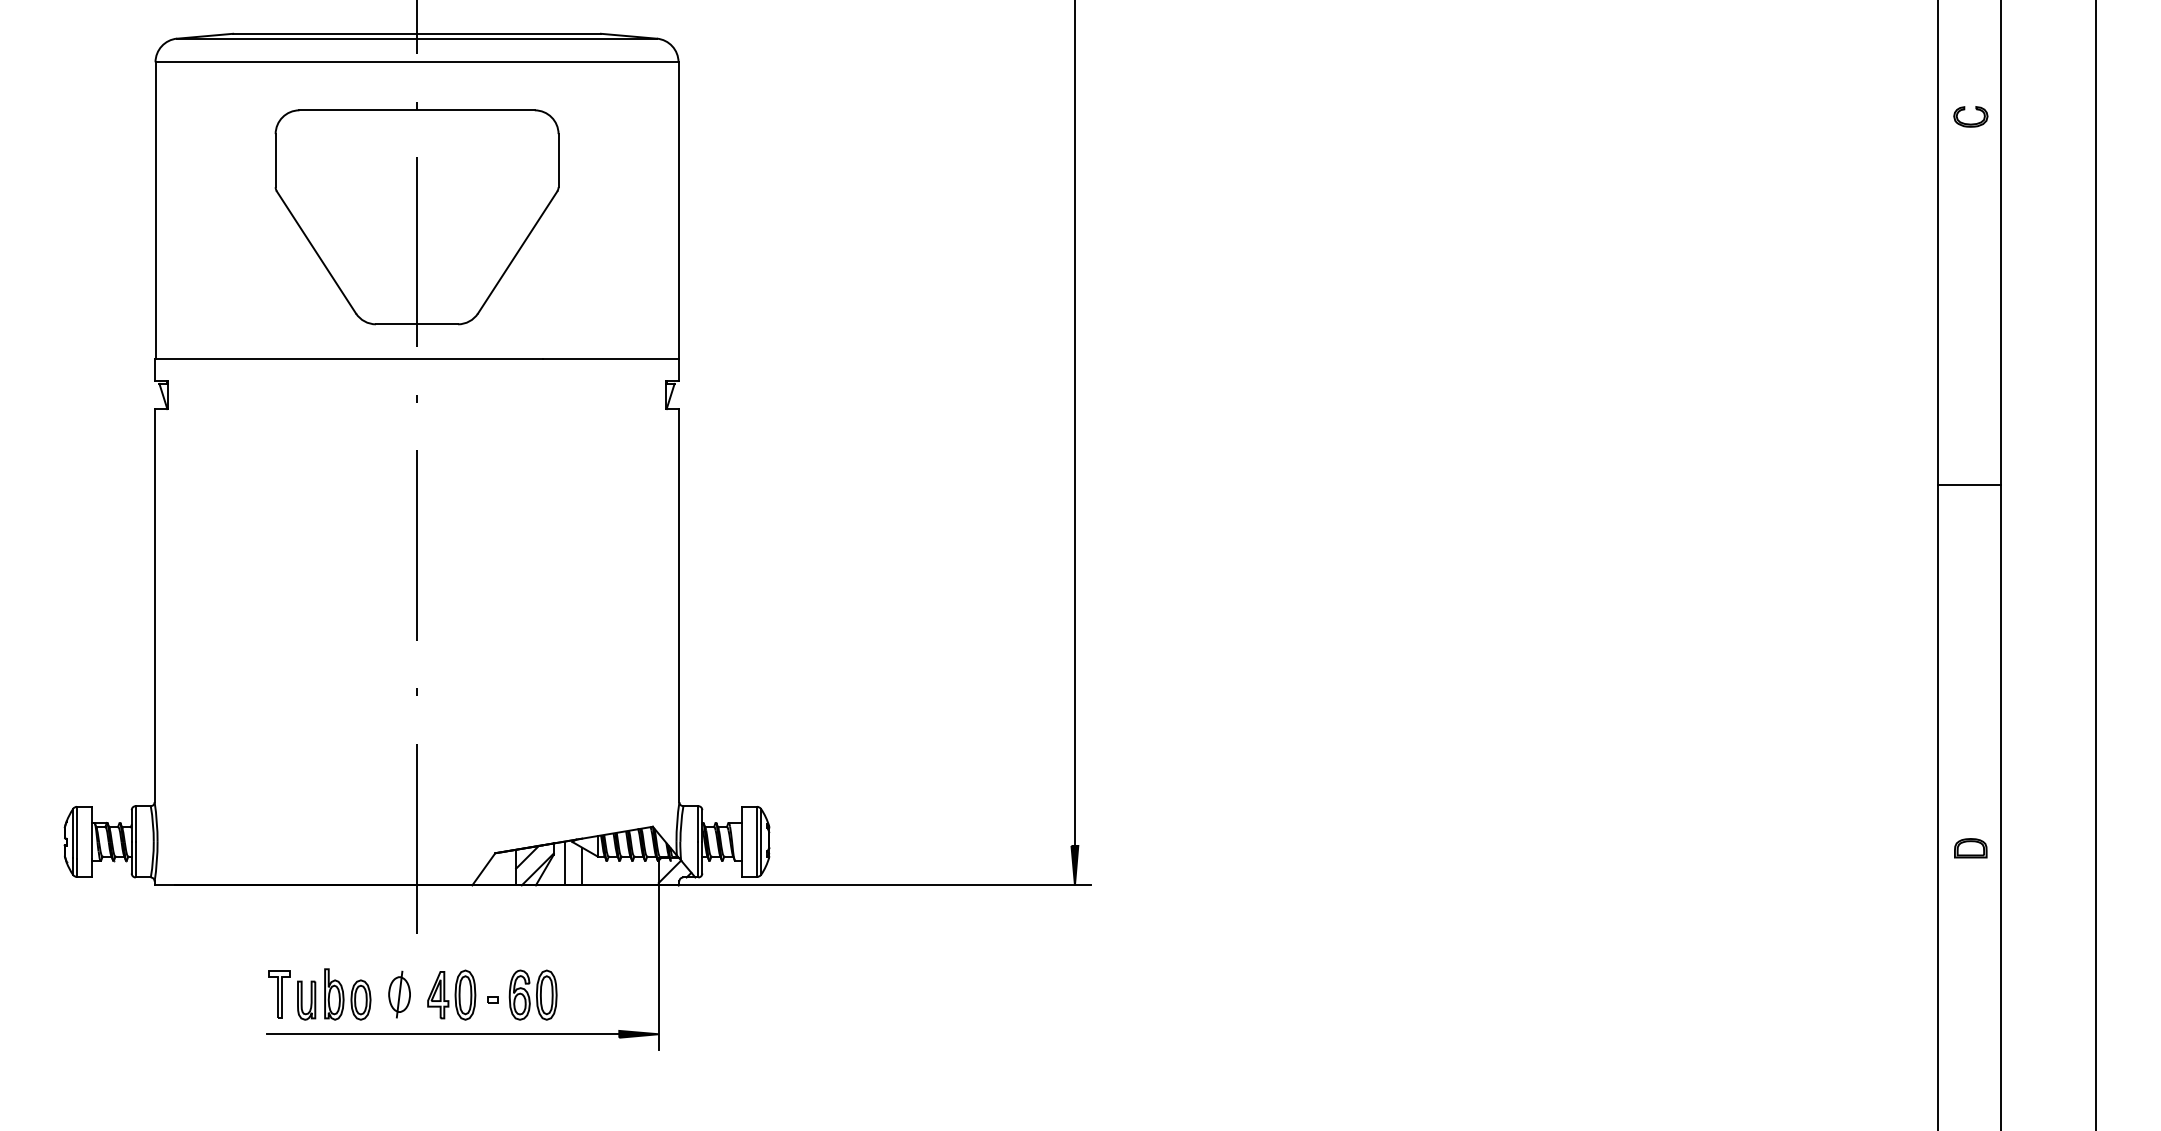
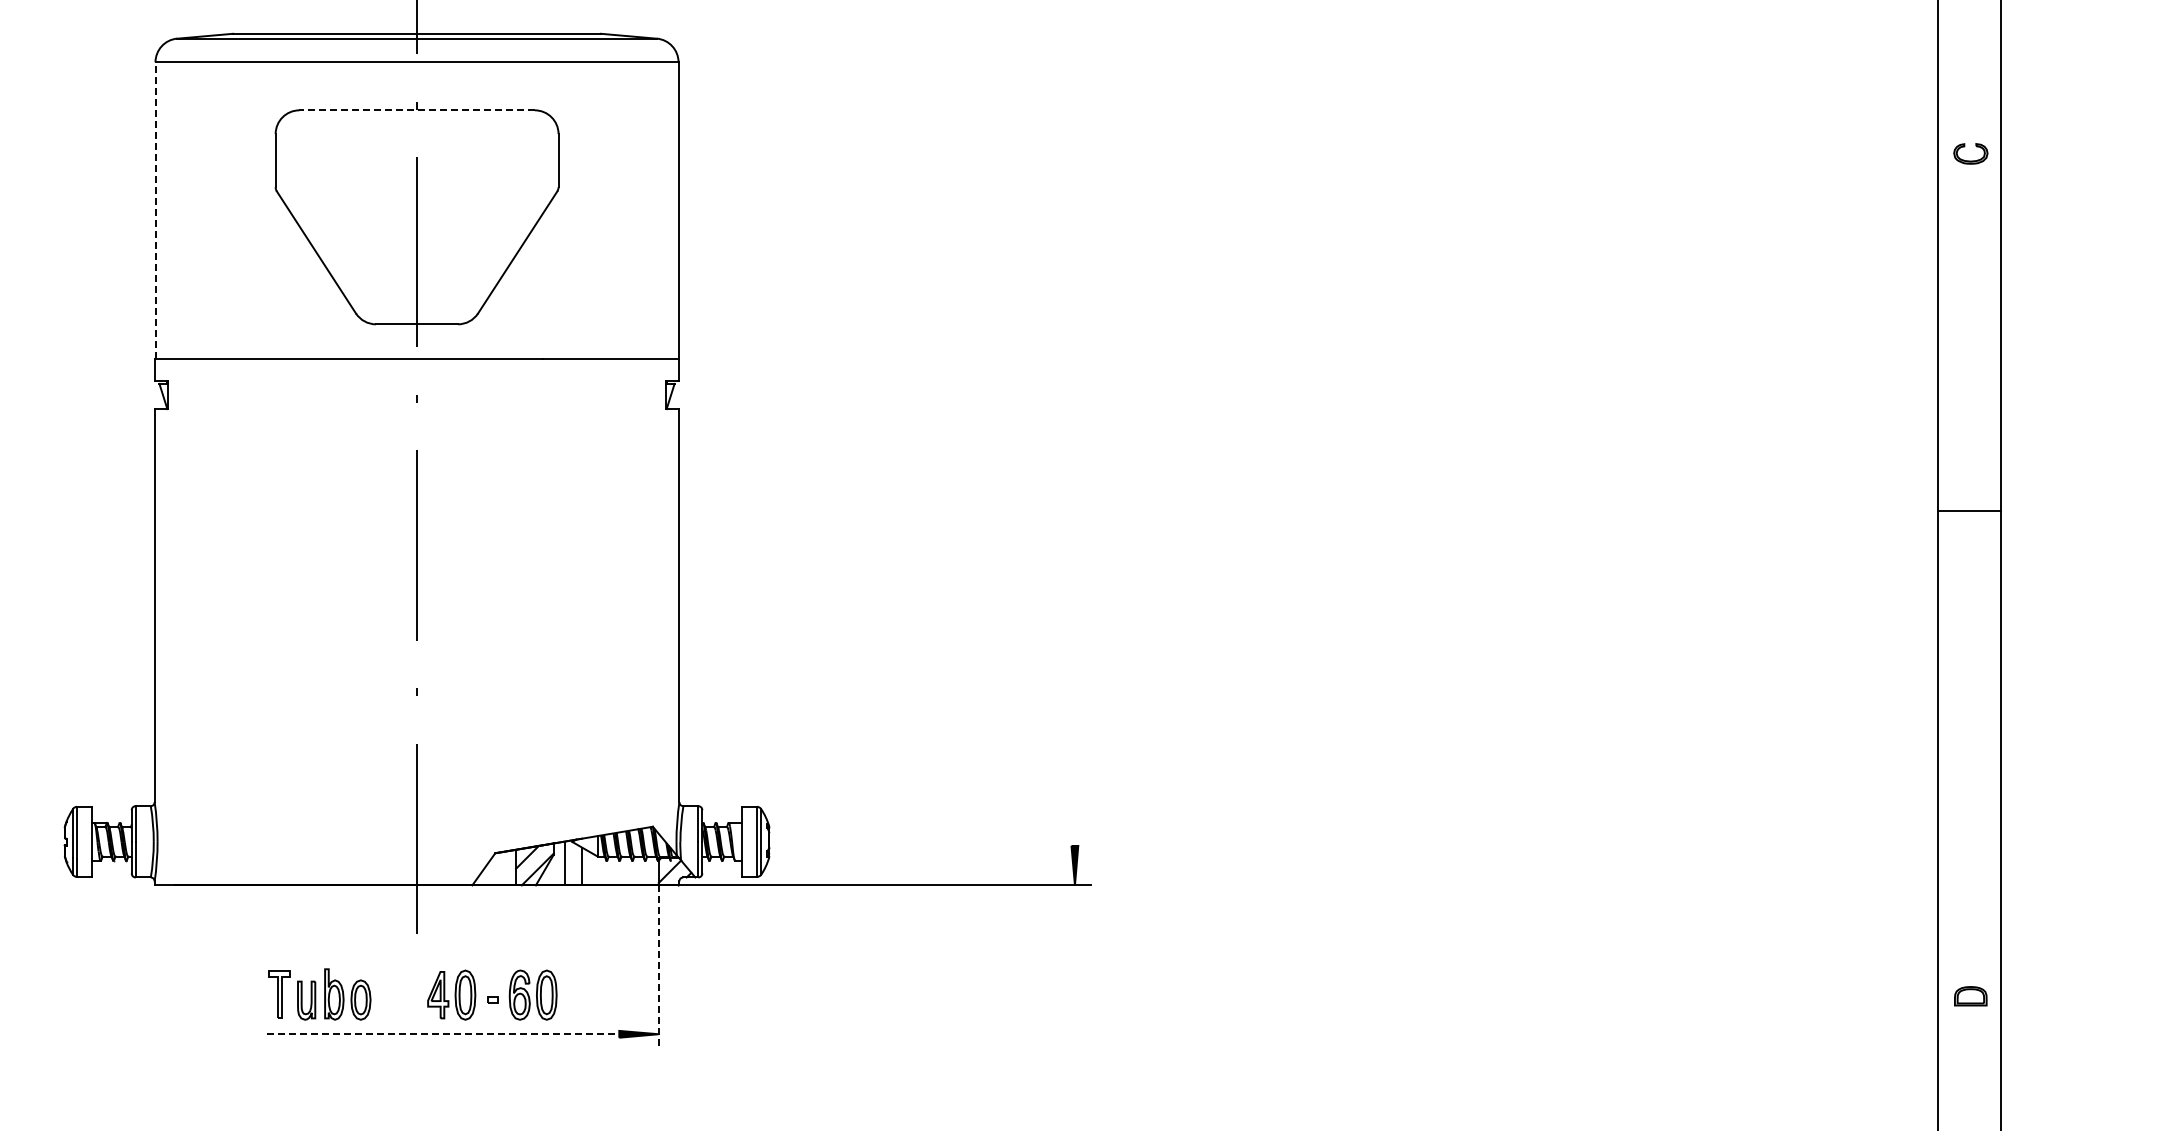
line at (417, 110): solid -> dashed
part at (1970, 123) position: (1970, 123) -> (1970, 160)
line at (155, 210): solid -> dashed
line at (1074, 423): present -> none
line at (1969, 485) position: (1969, 485) -> (1969, 511)
line at (2096, 564): present -> none
part at (1970, 848) position: (1970, 848) -> (1970, 996)
line at (658, 968): solid -> dashed
part at (399, 994): present -> none
line at (443, 1034): solid -> dashed
